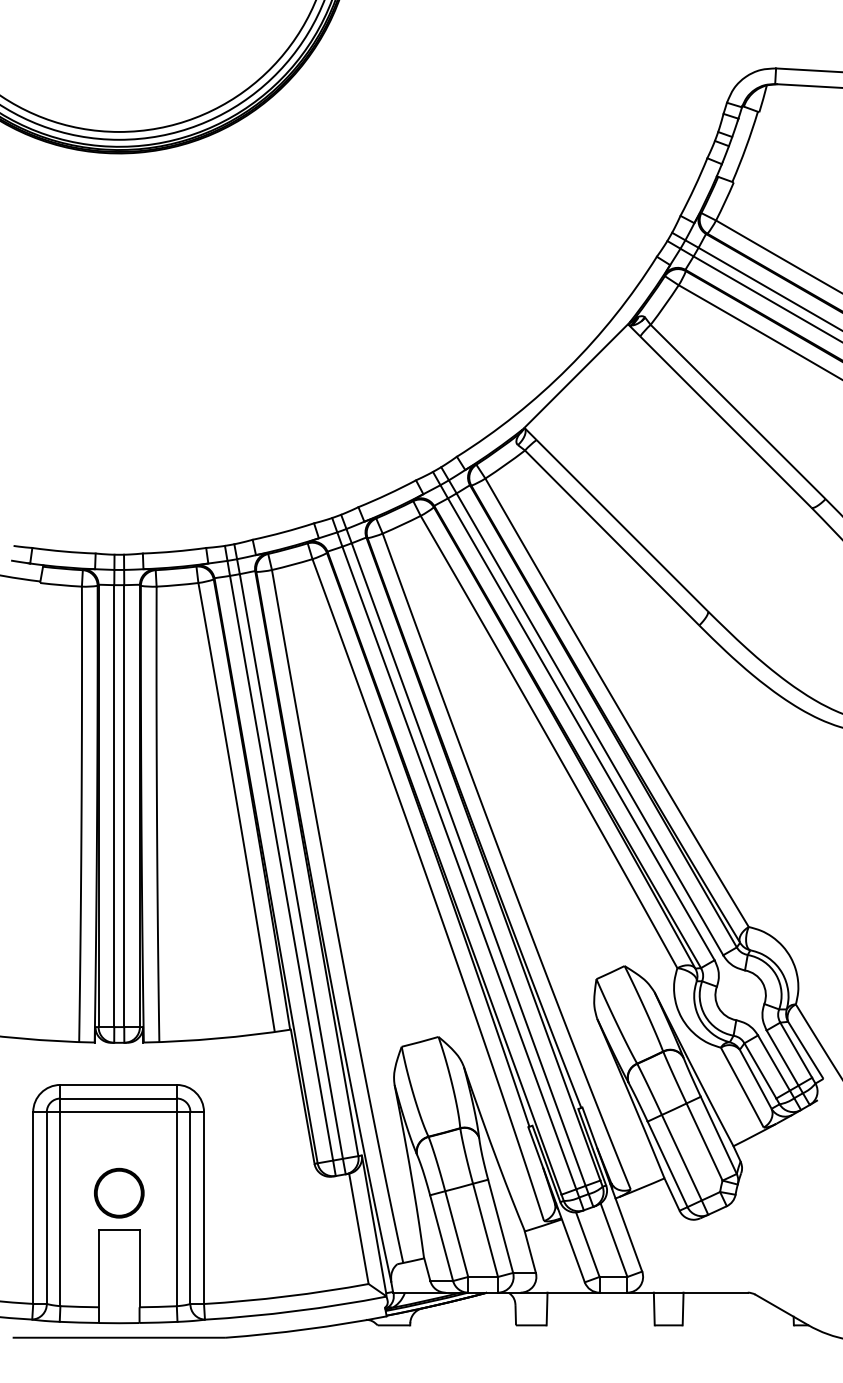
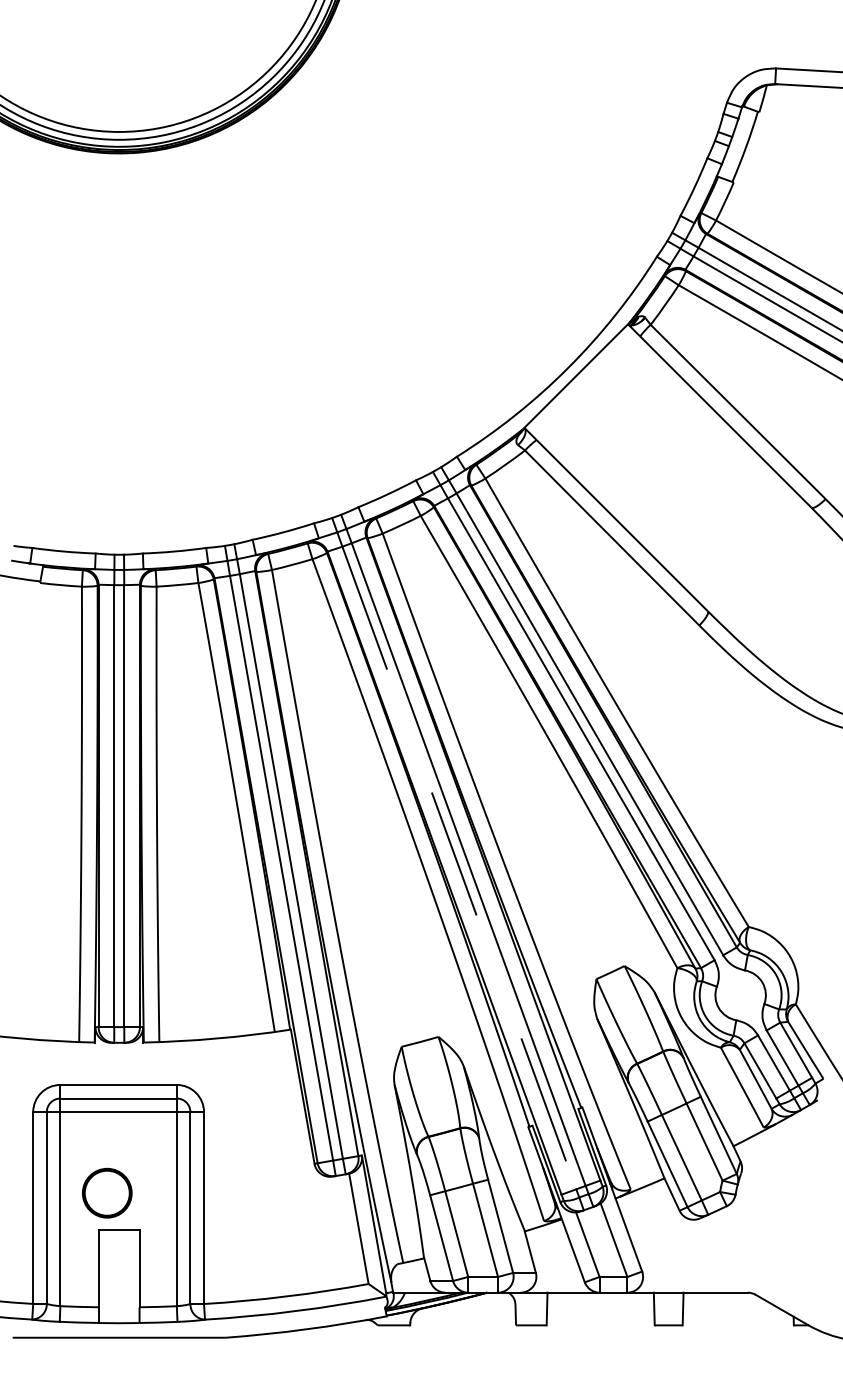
line at (459, 868): solid -> dashed
part at (119, 1192) position: (119, 1192) -> (107, 1192)
